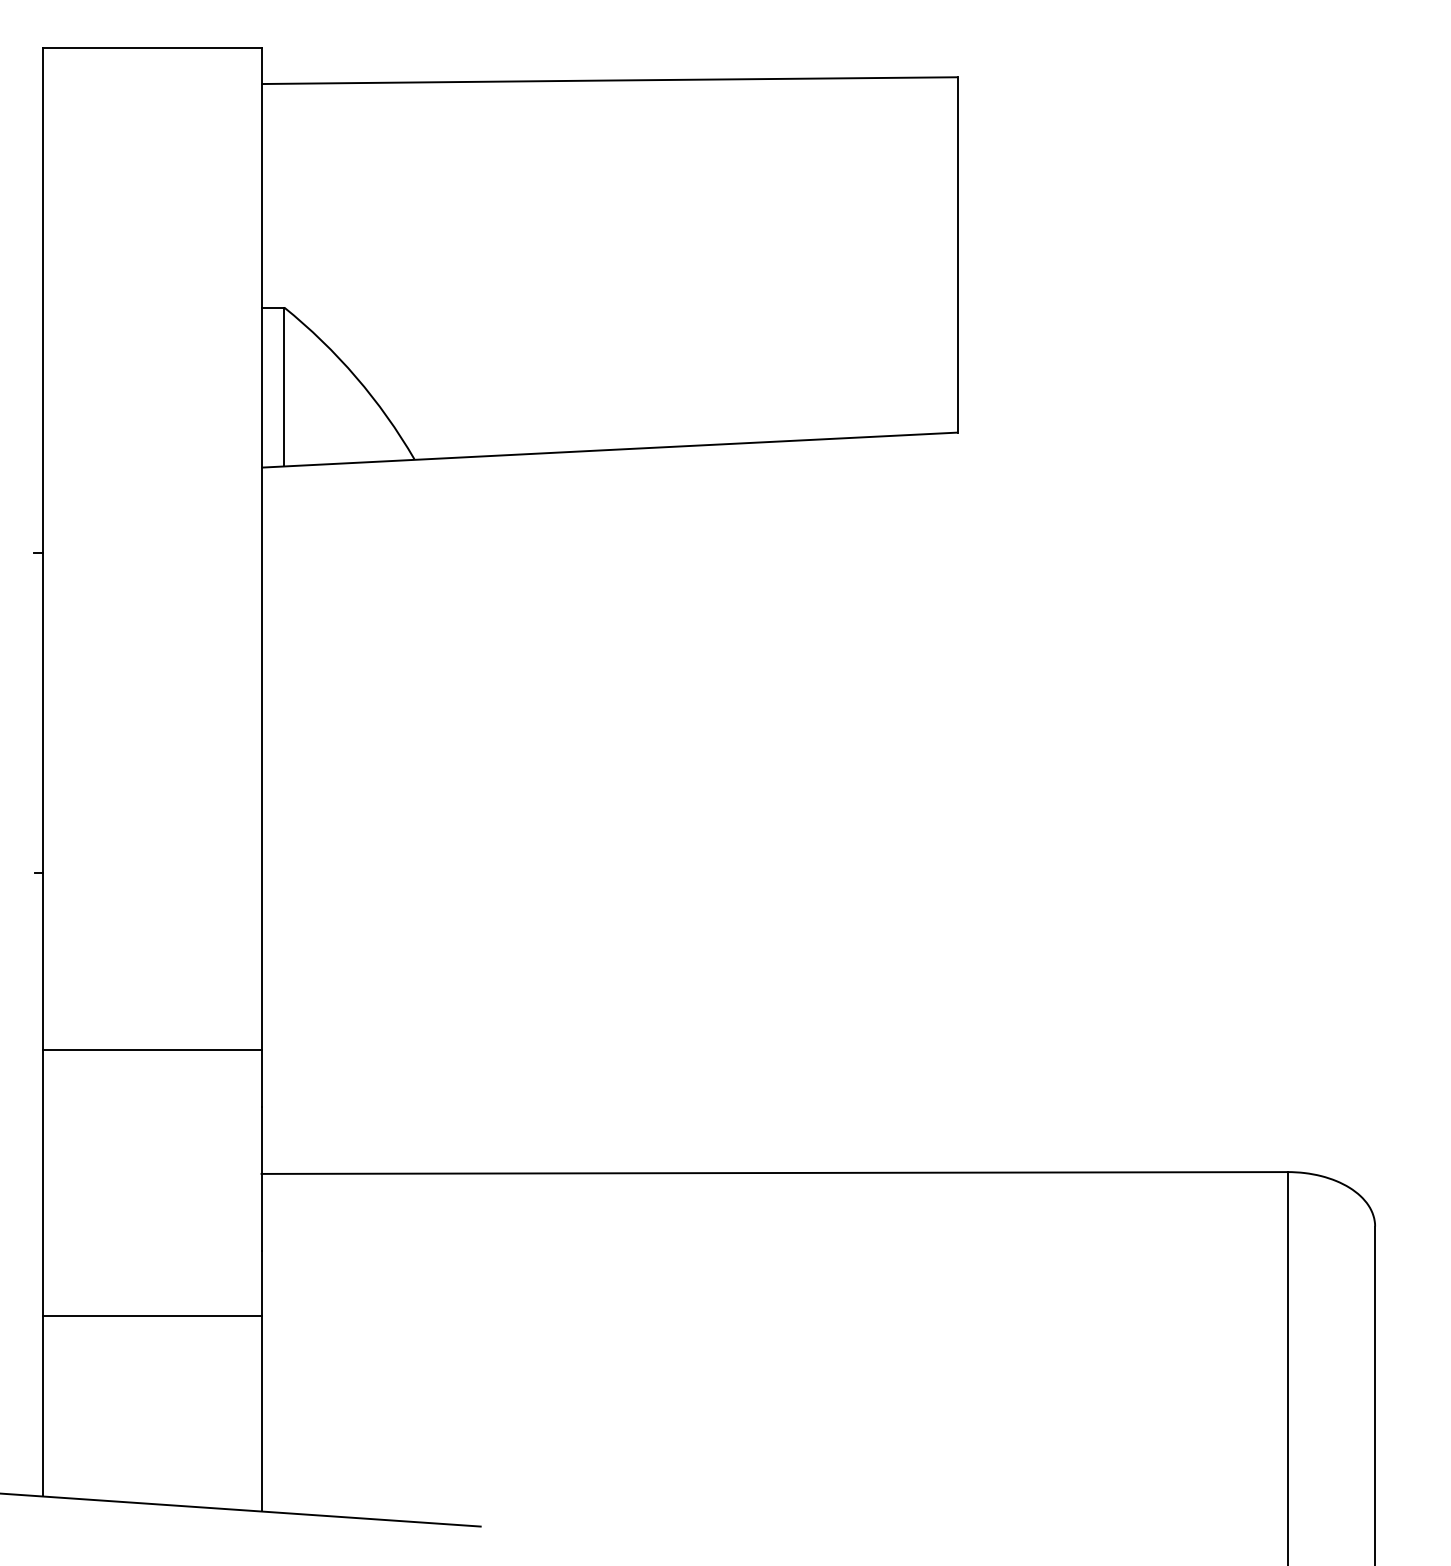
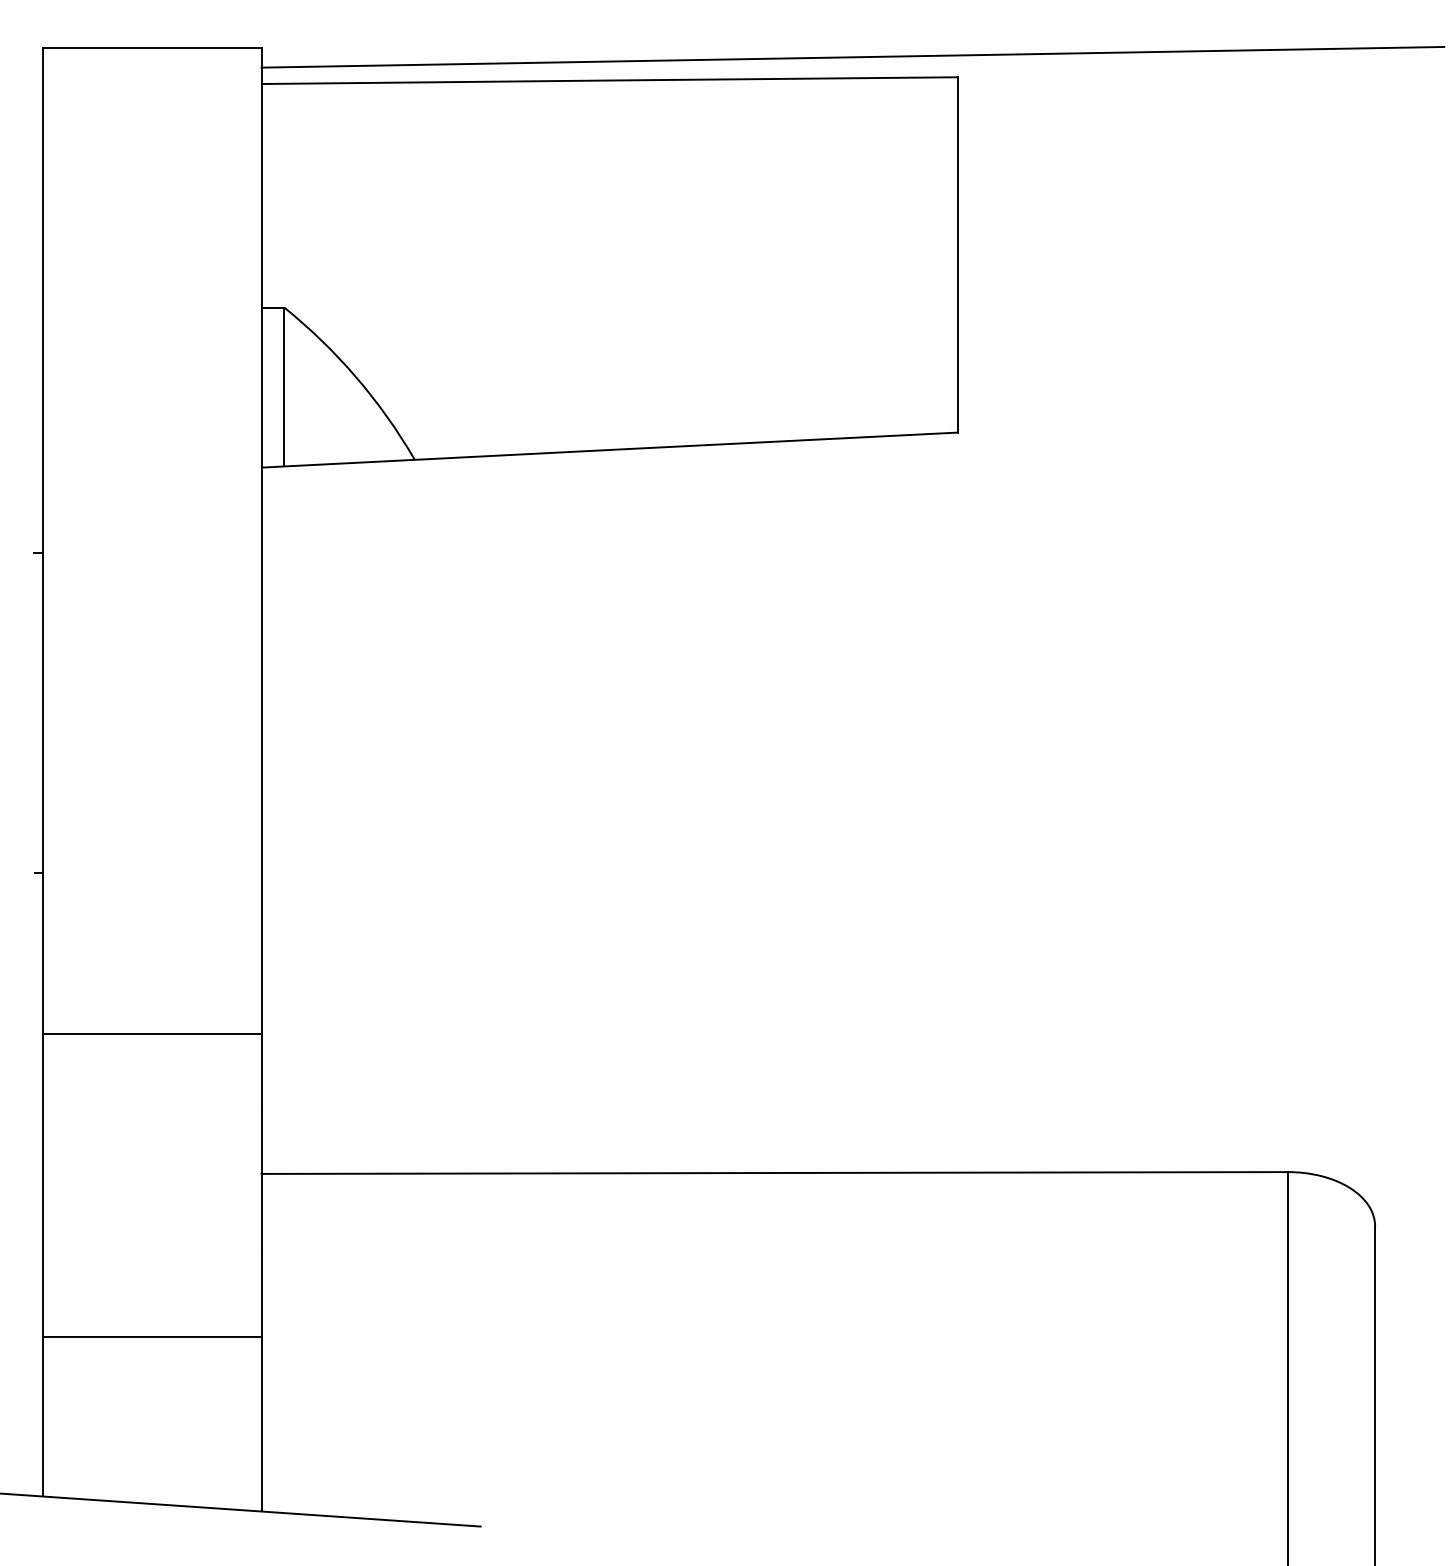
line at (852, 56): none -> present
line at (152, 1049) position: (152, 1049) -> (152, 1033)
line at (152, 1315) position: (152, 1315) -> (152, 1336)
